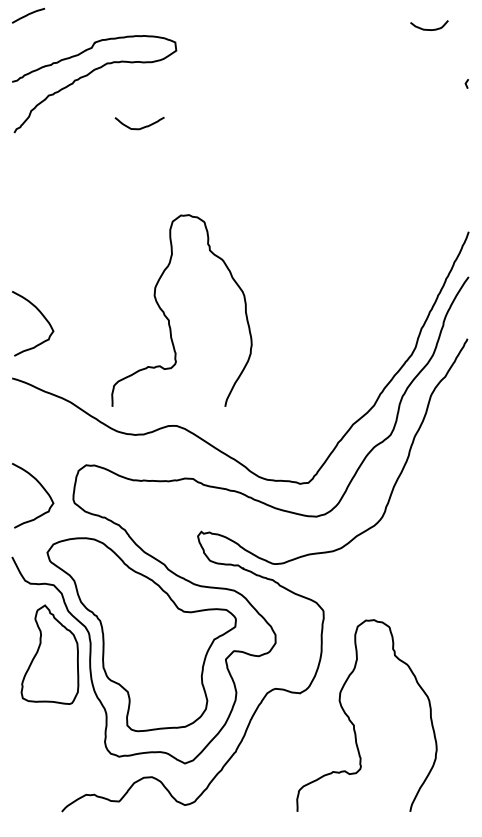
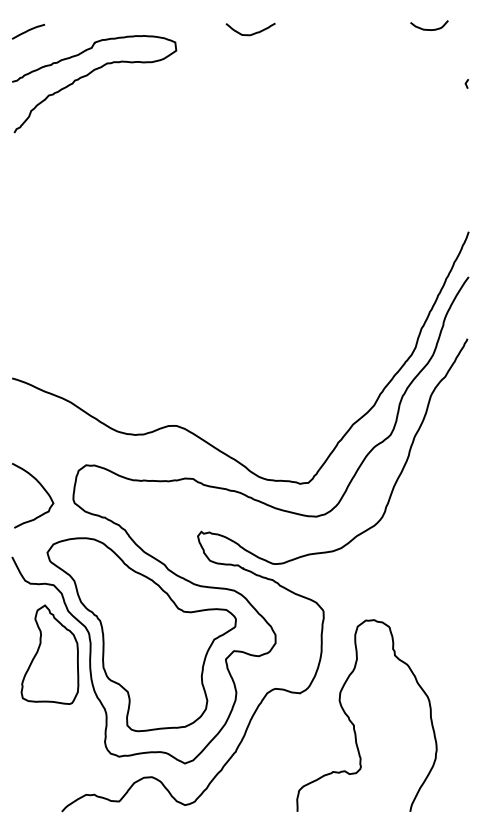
curve at (28, 15) position: (28, 15) -> (28, 31)
curve at (140, 127) position: (140, 127) -> (251, 33)
curve at (42, 316): present -> none
curve at (169, 319): present -> none
